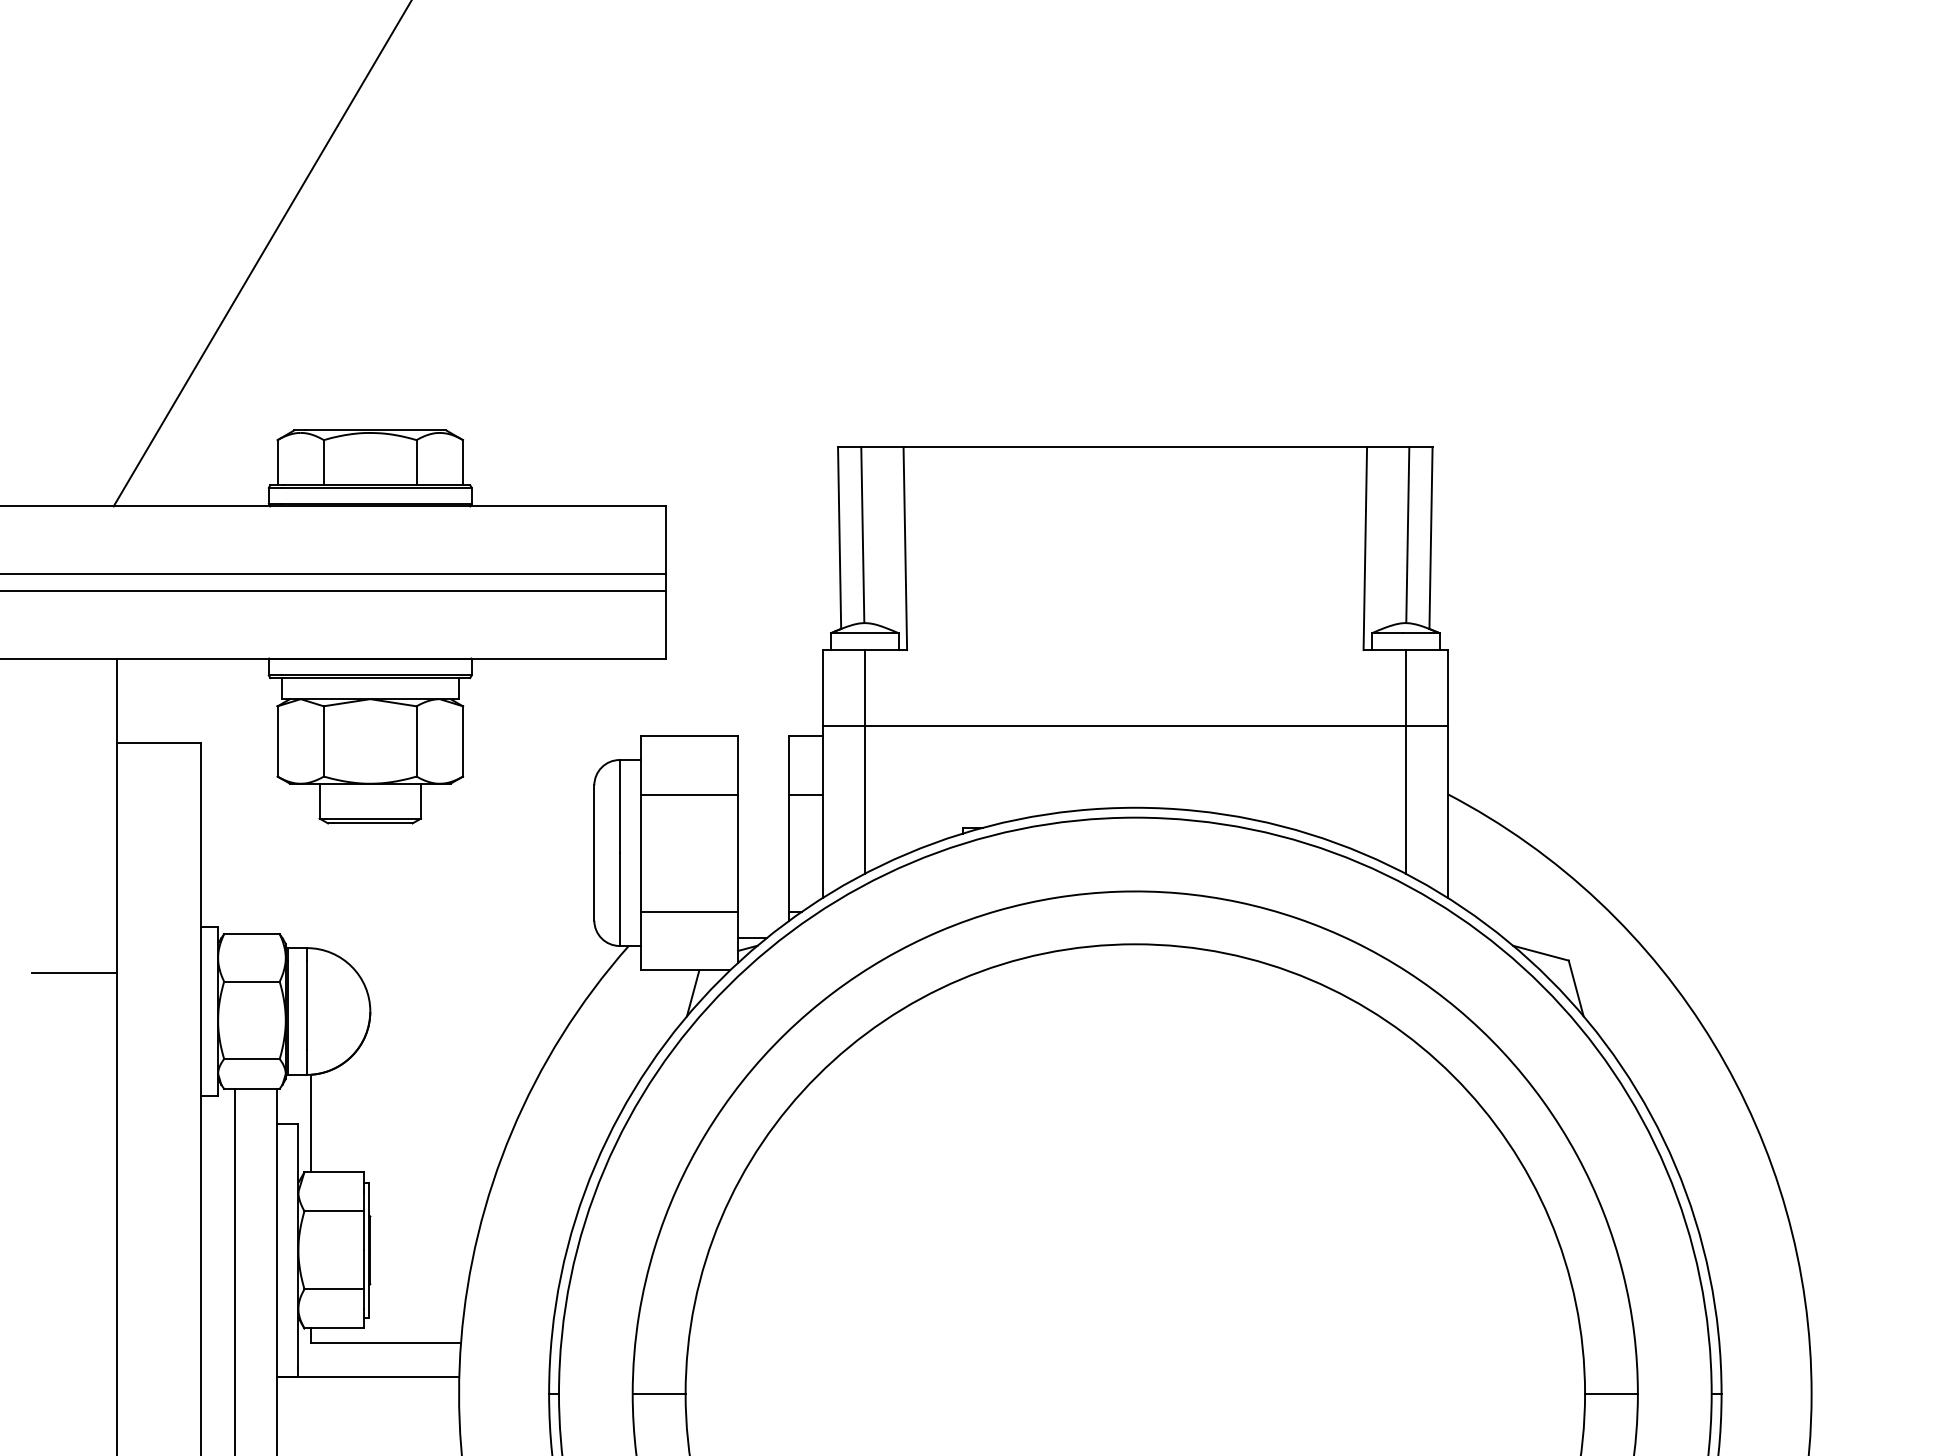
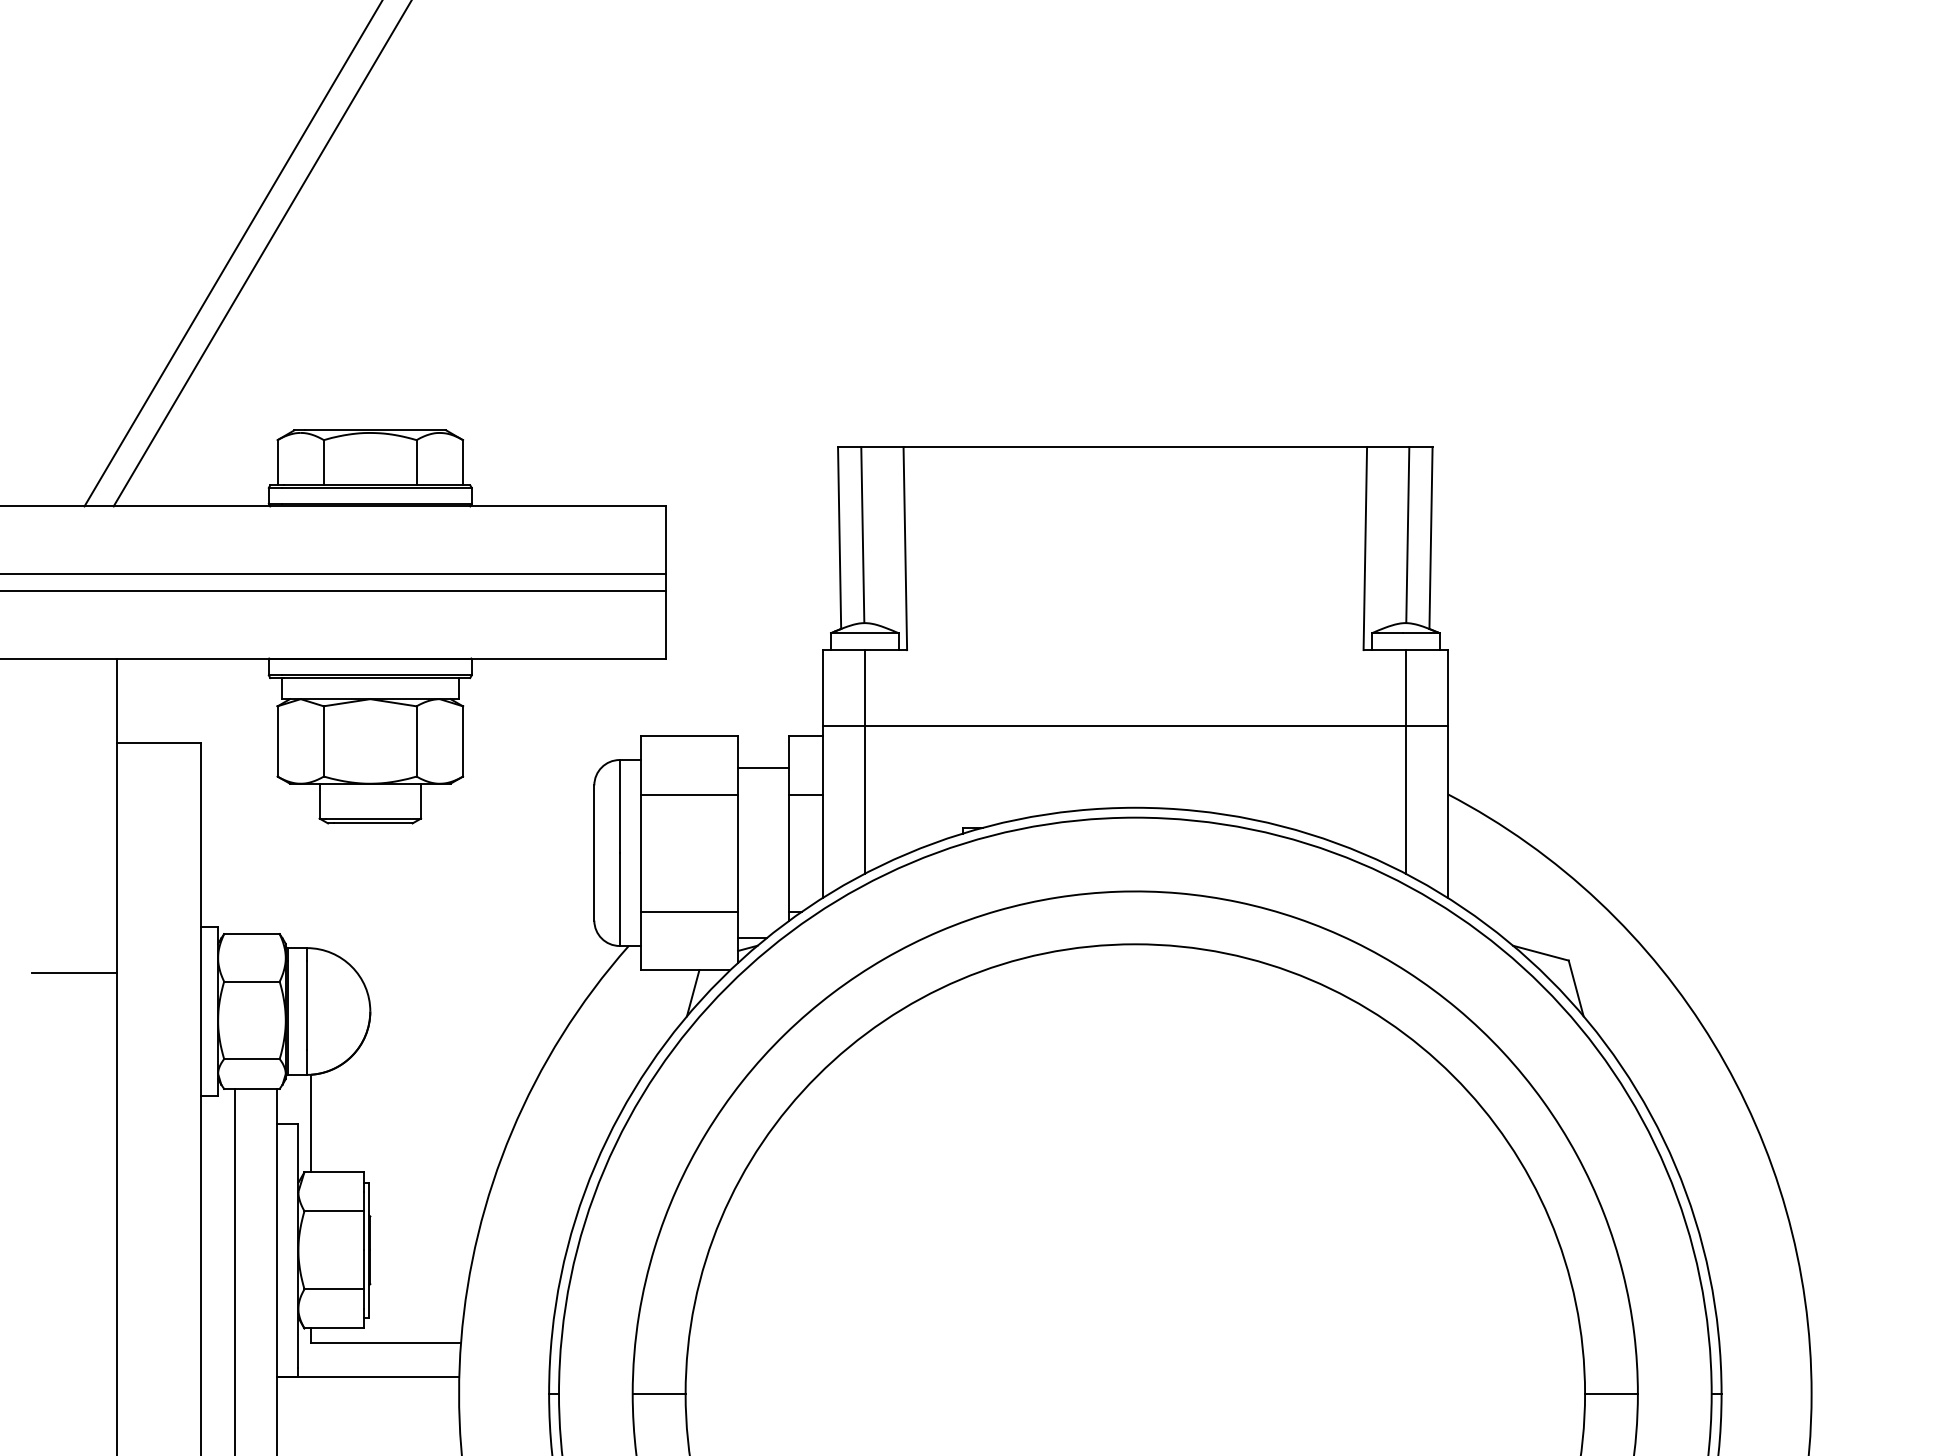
line at (232, 254): none -> present
line at (763, 768): none -> present
